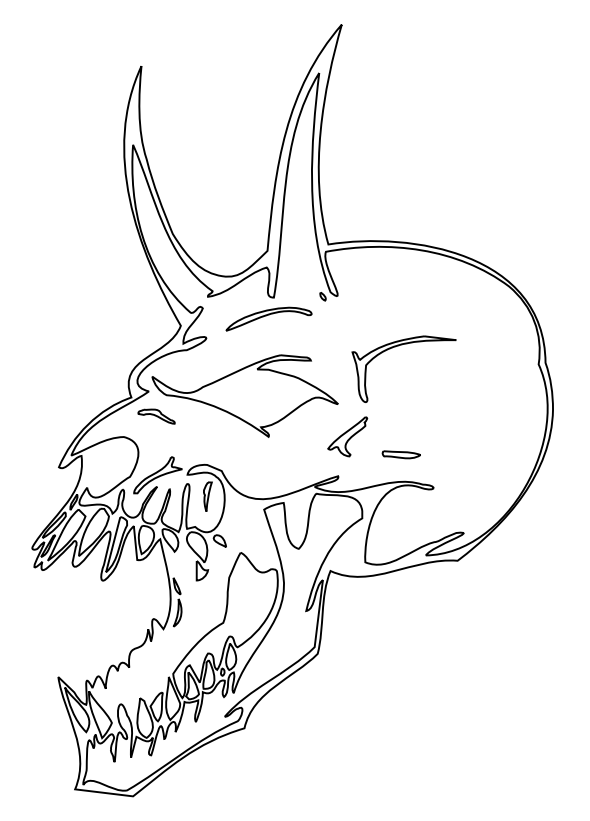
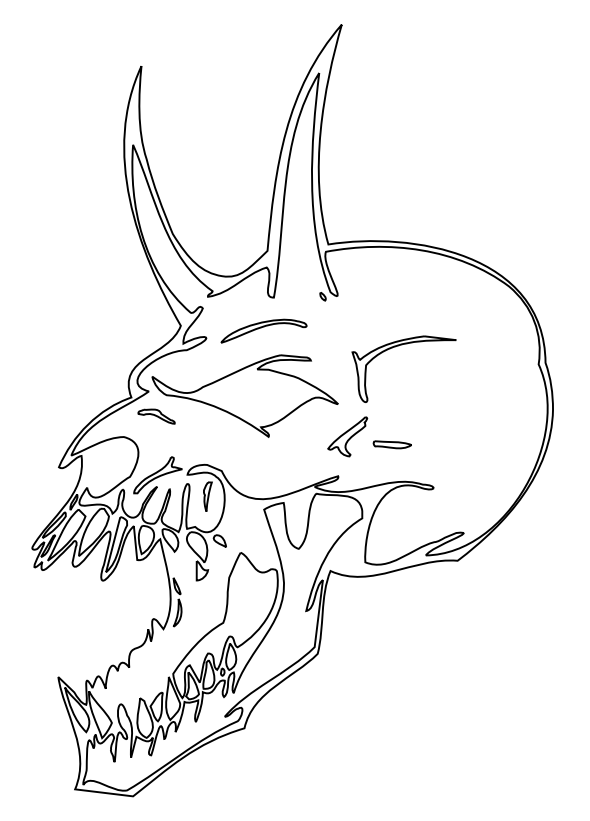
part at (268, 318) position: (268, 318) -> (263, 330)
part at (400, 454) position: (400, 454) -> (391, 444)
